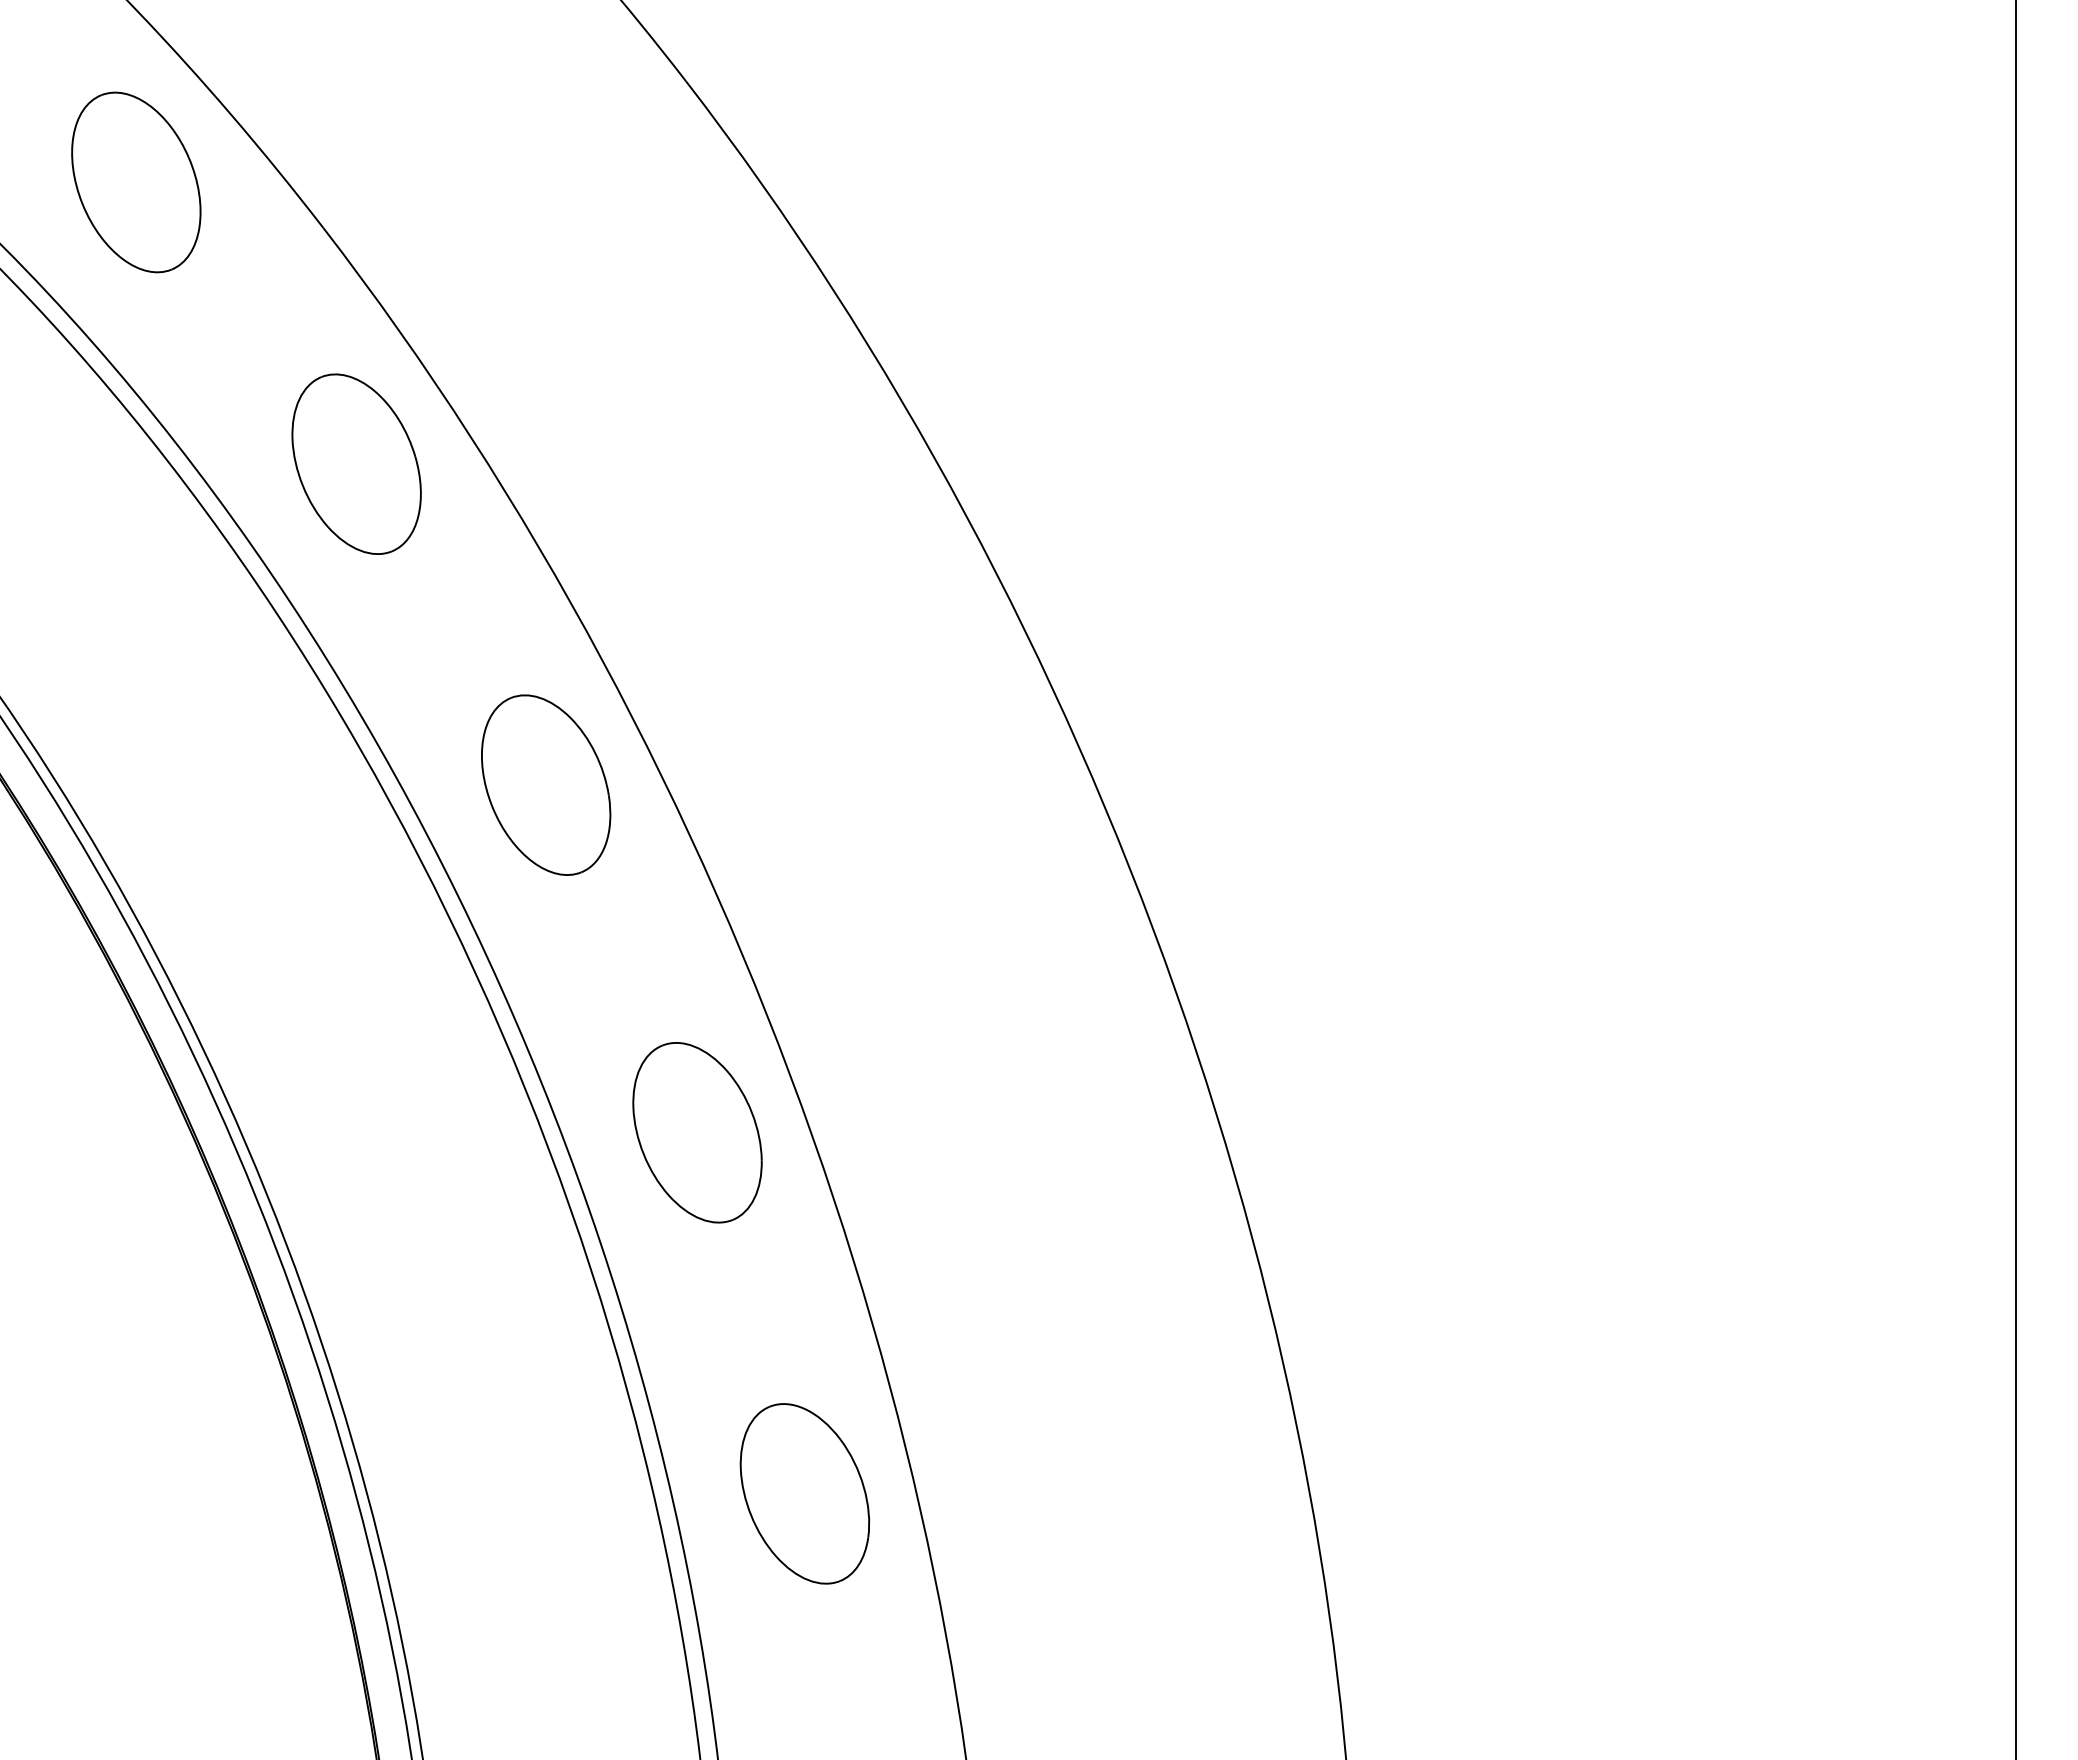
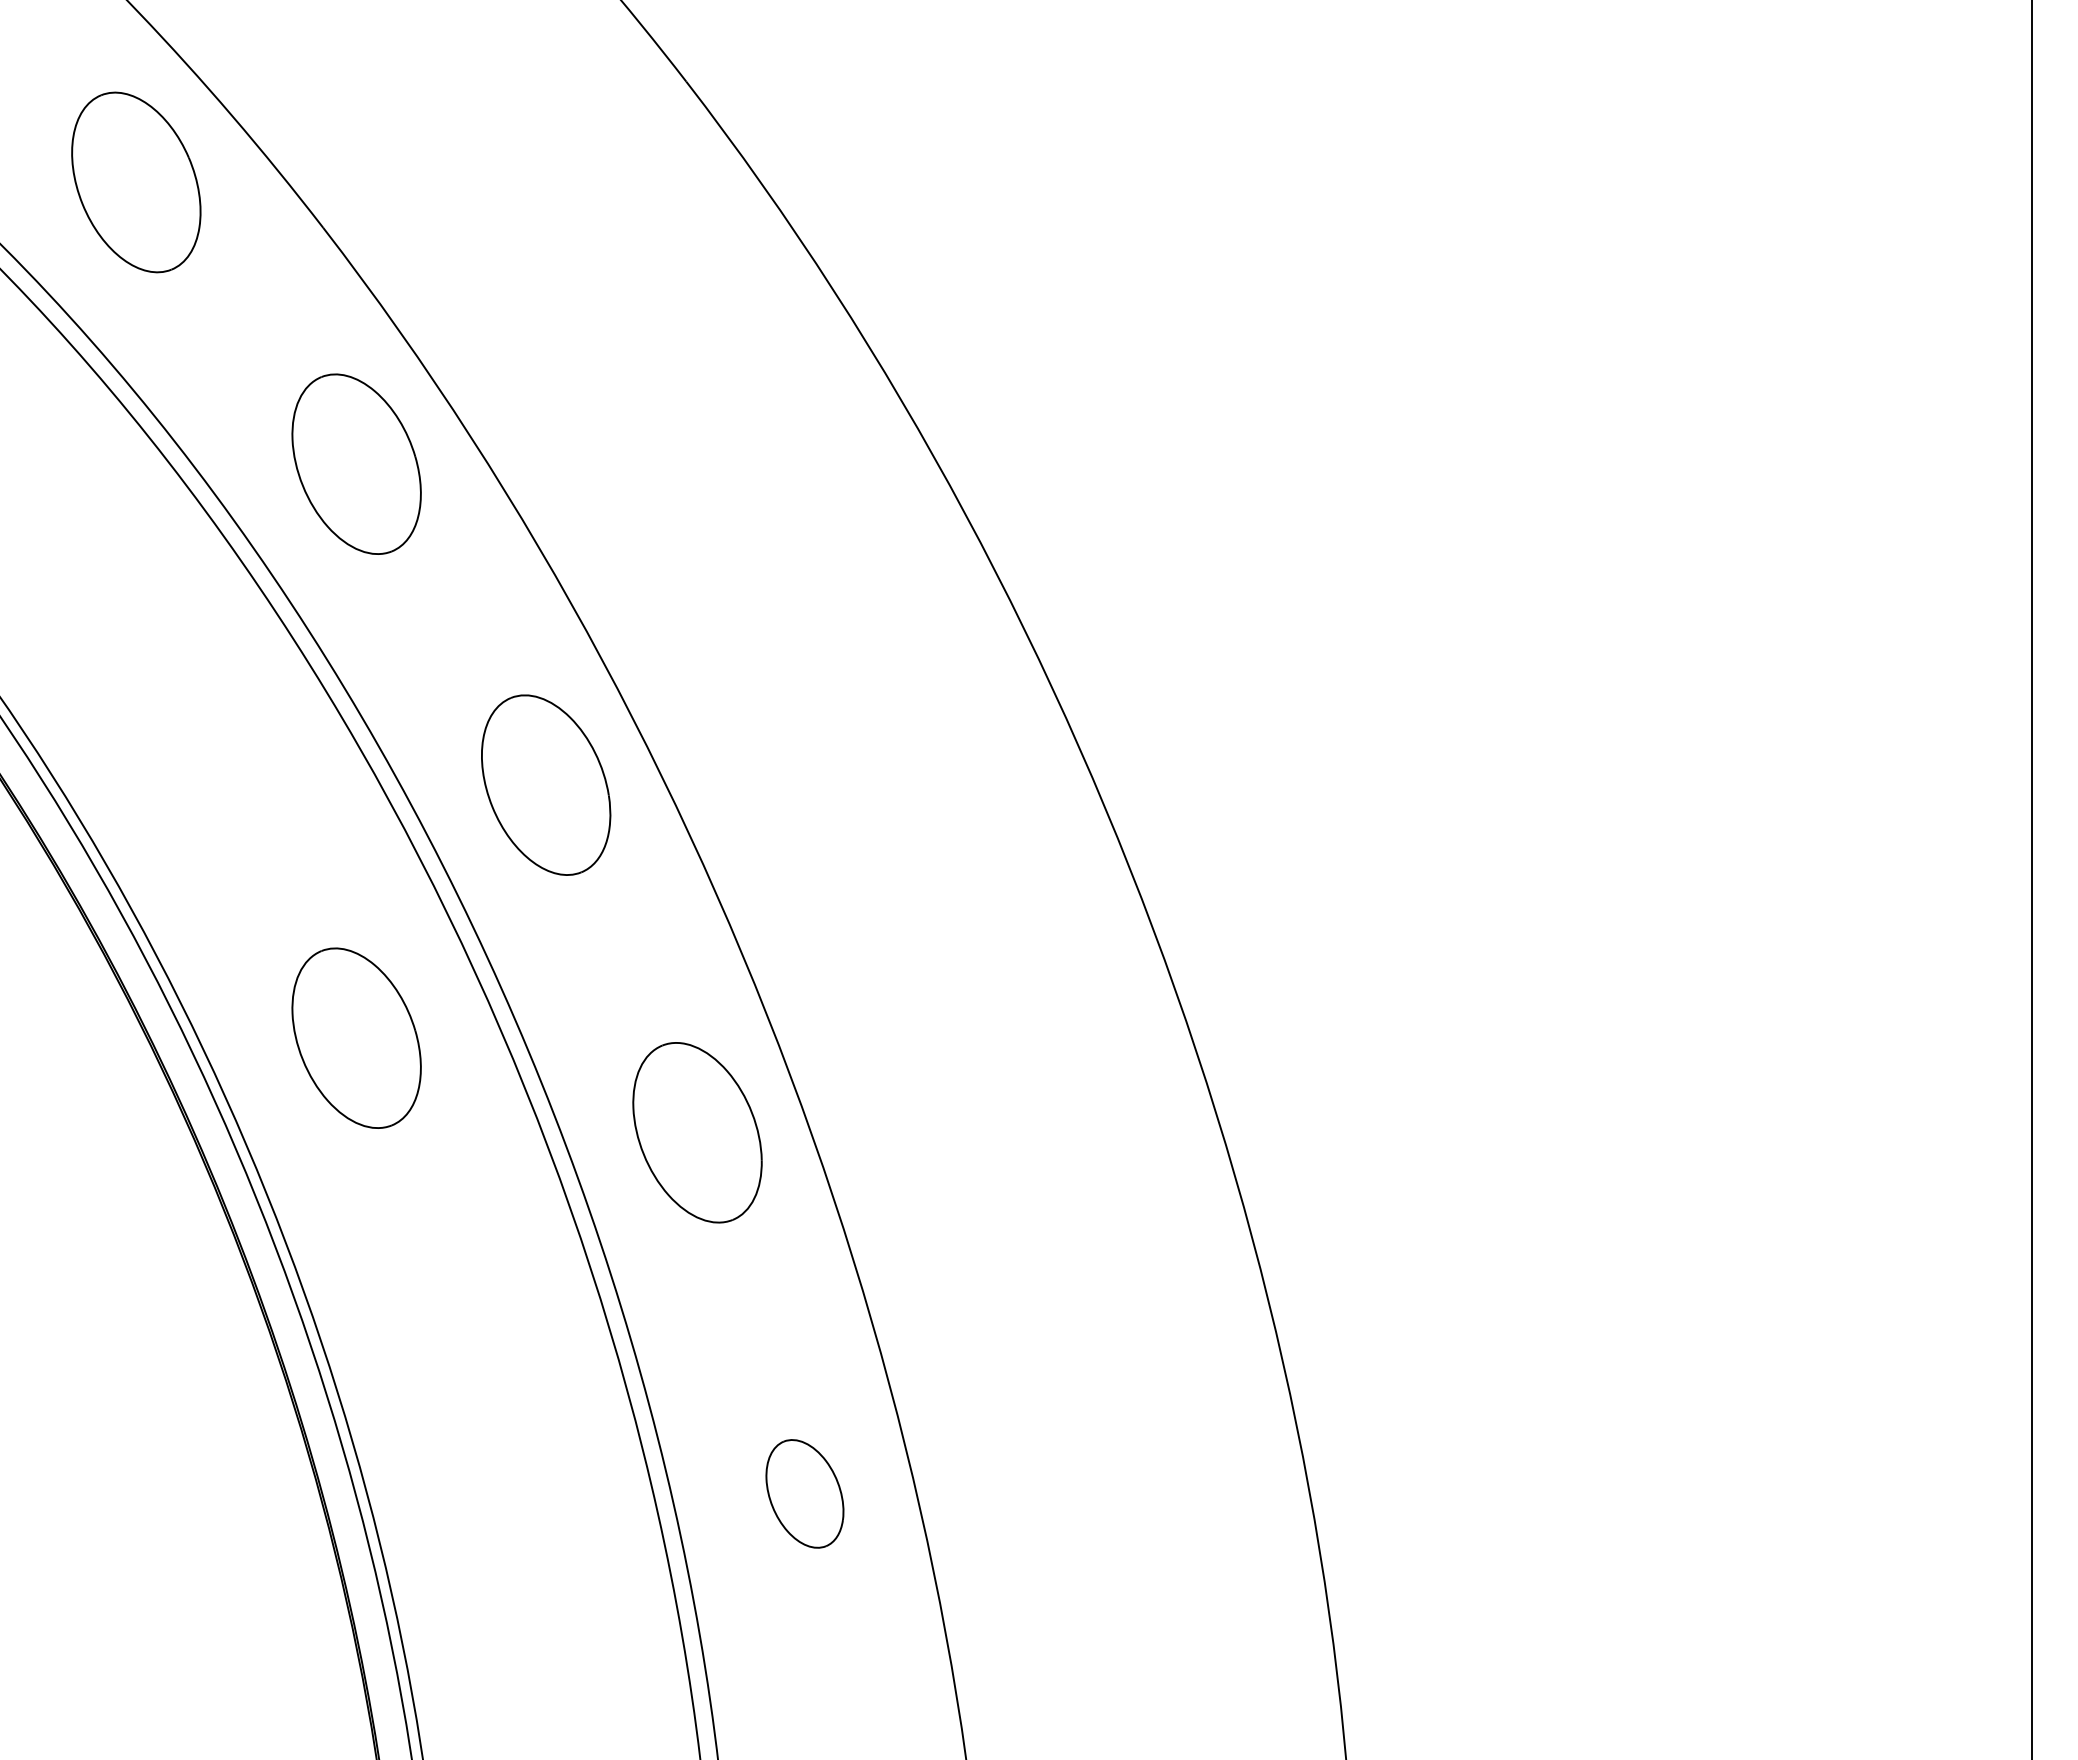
line at (2015, 879) position: (2015, 879) -> (2031, 879)
part at (356, 1037): none -> present
part at (804, 1493) size: 132x182 px -> 80x110 px
